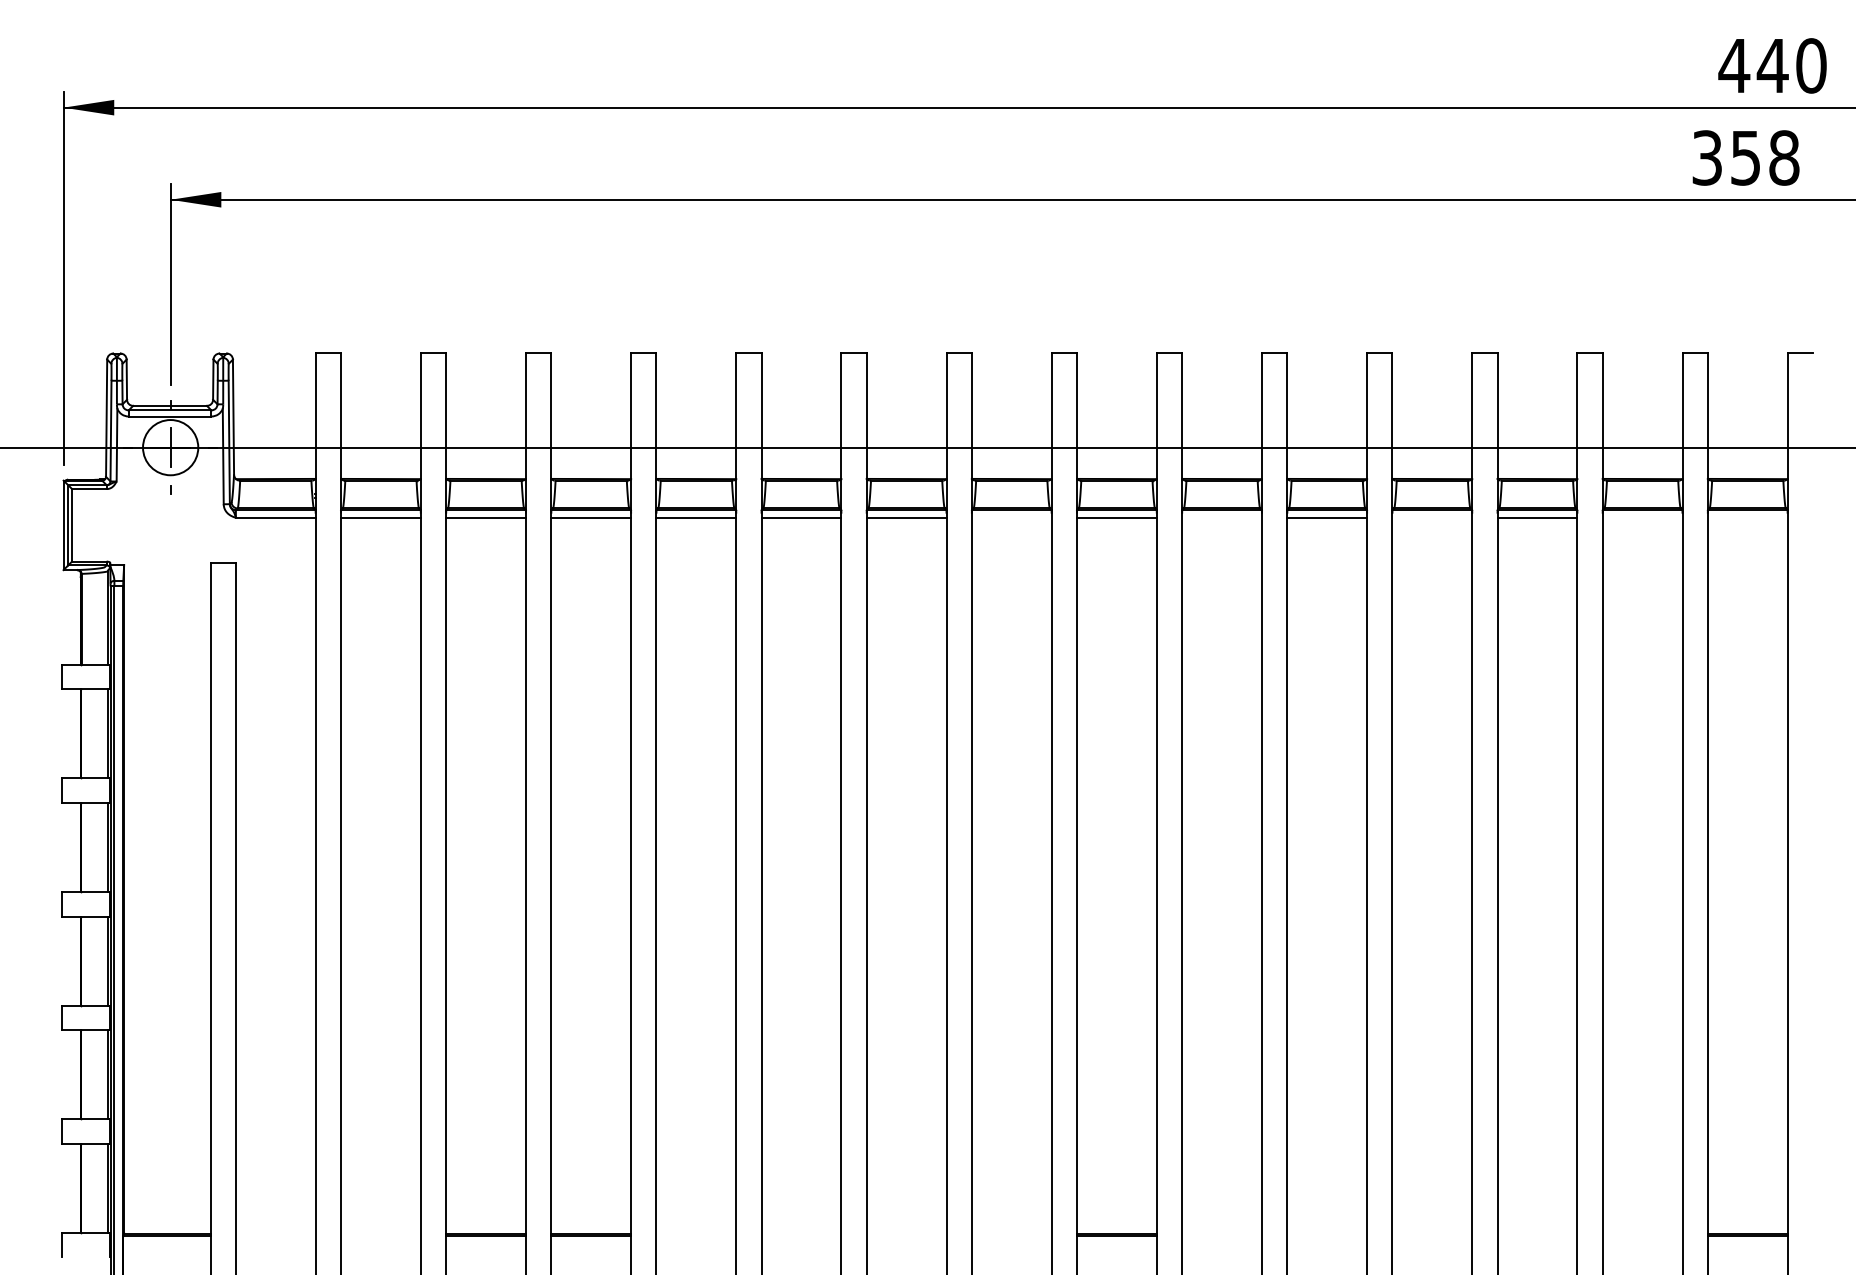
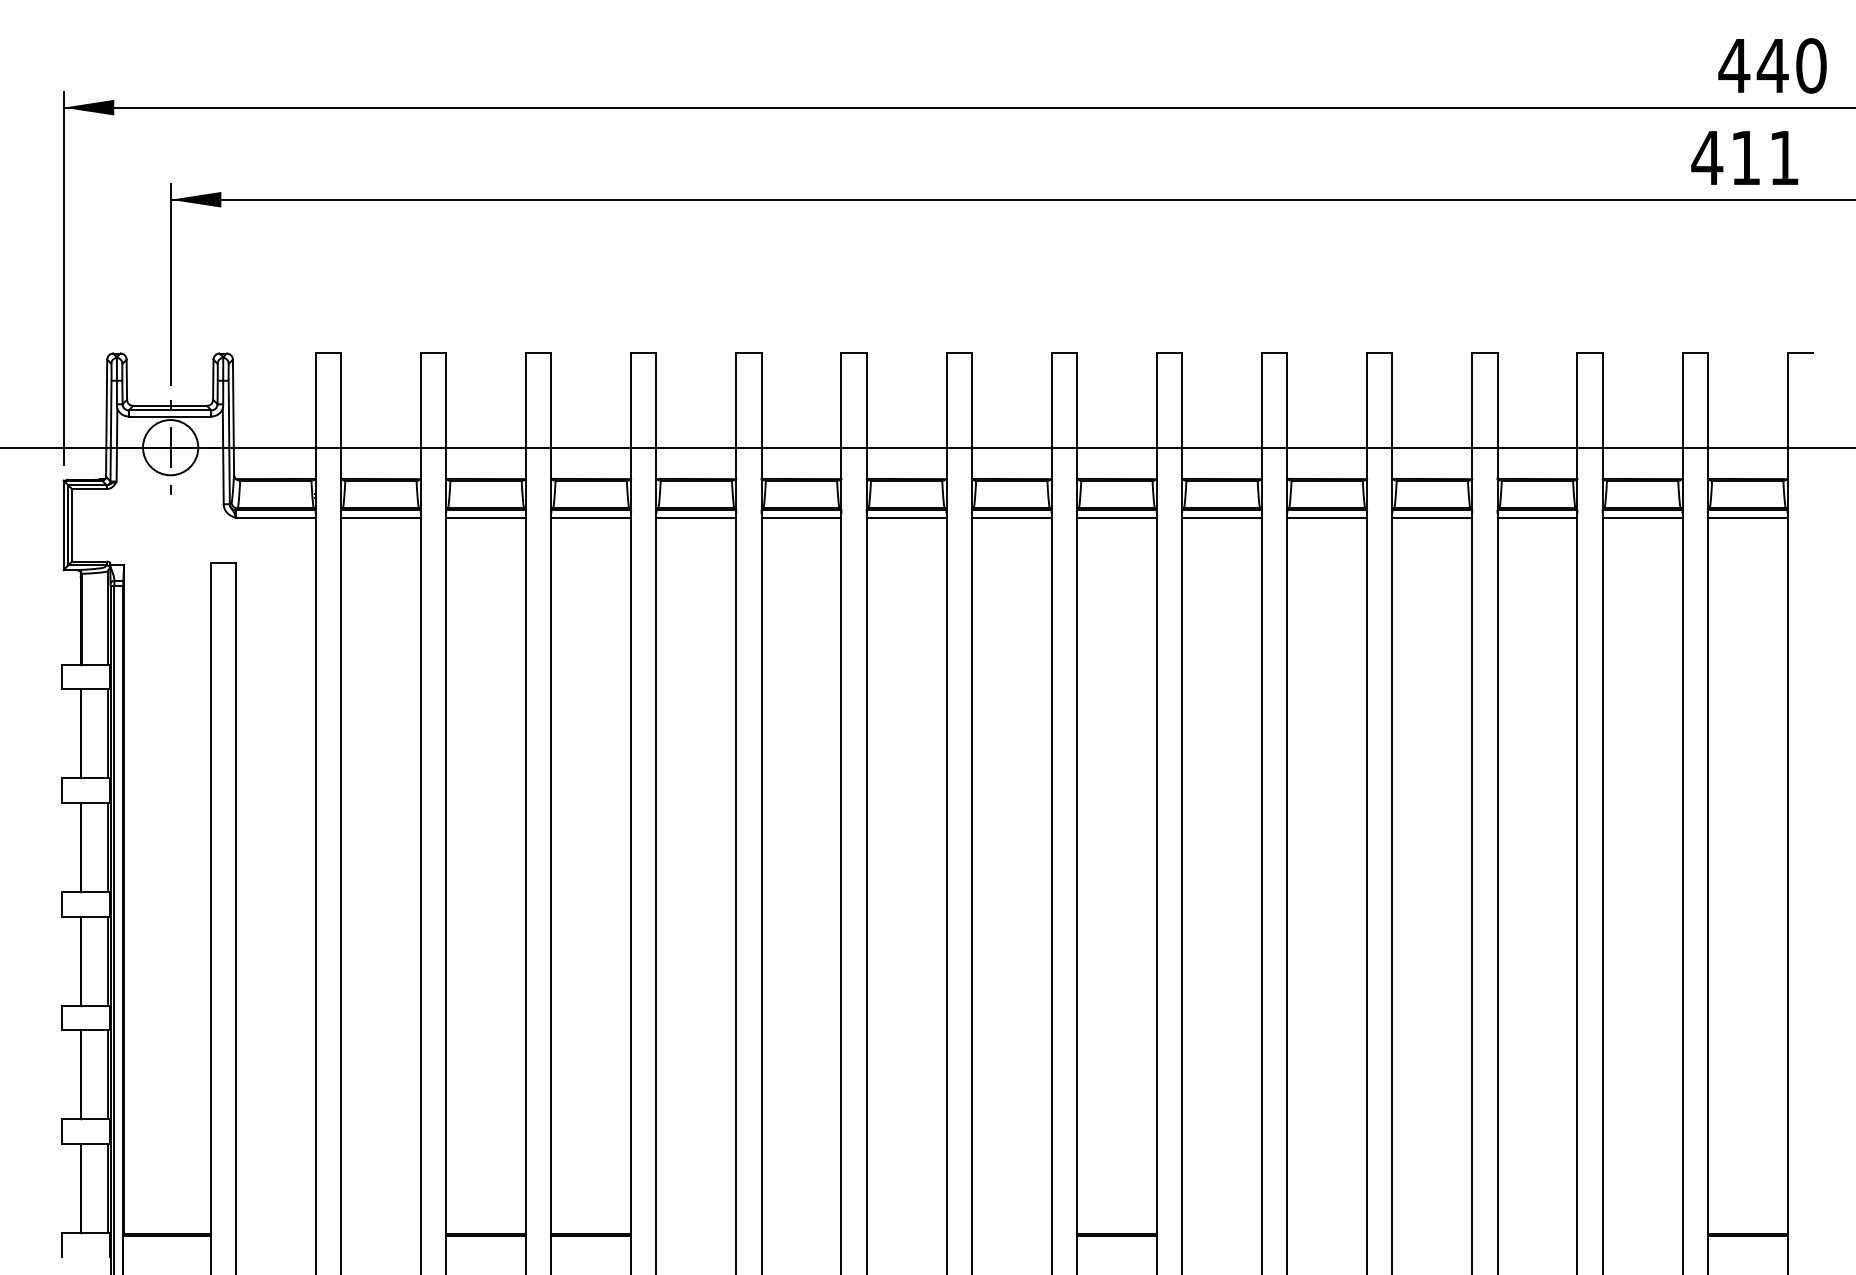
text at (1745, 157): 358 -> 411
line at (1011, 517): none -> present
line at (1221, 517): none -> present
line at (1432, 517): none -> present
line at (1642, 517): none -> present
line at (1747, 517): none -> present
